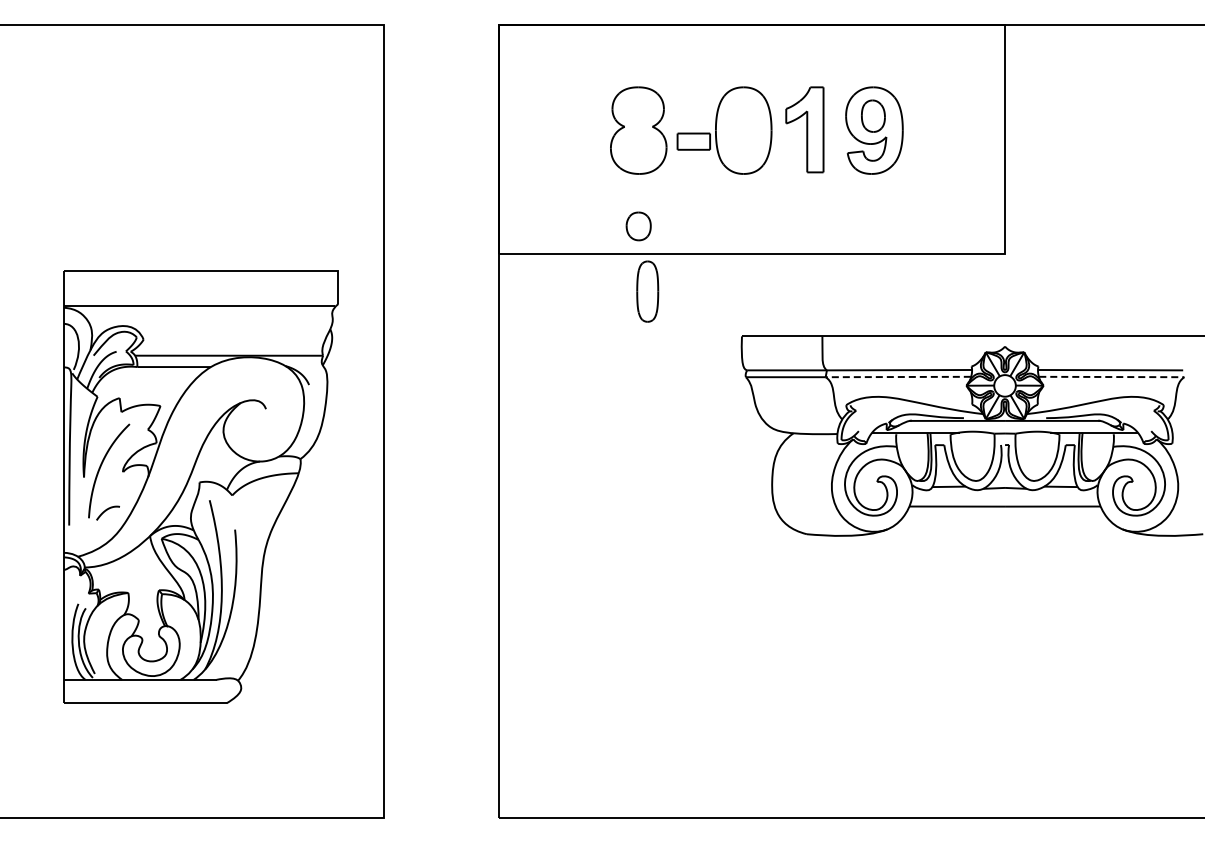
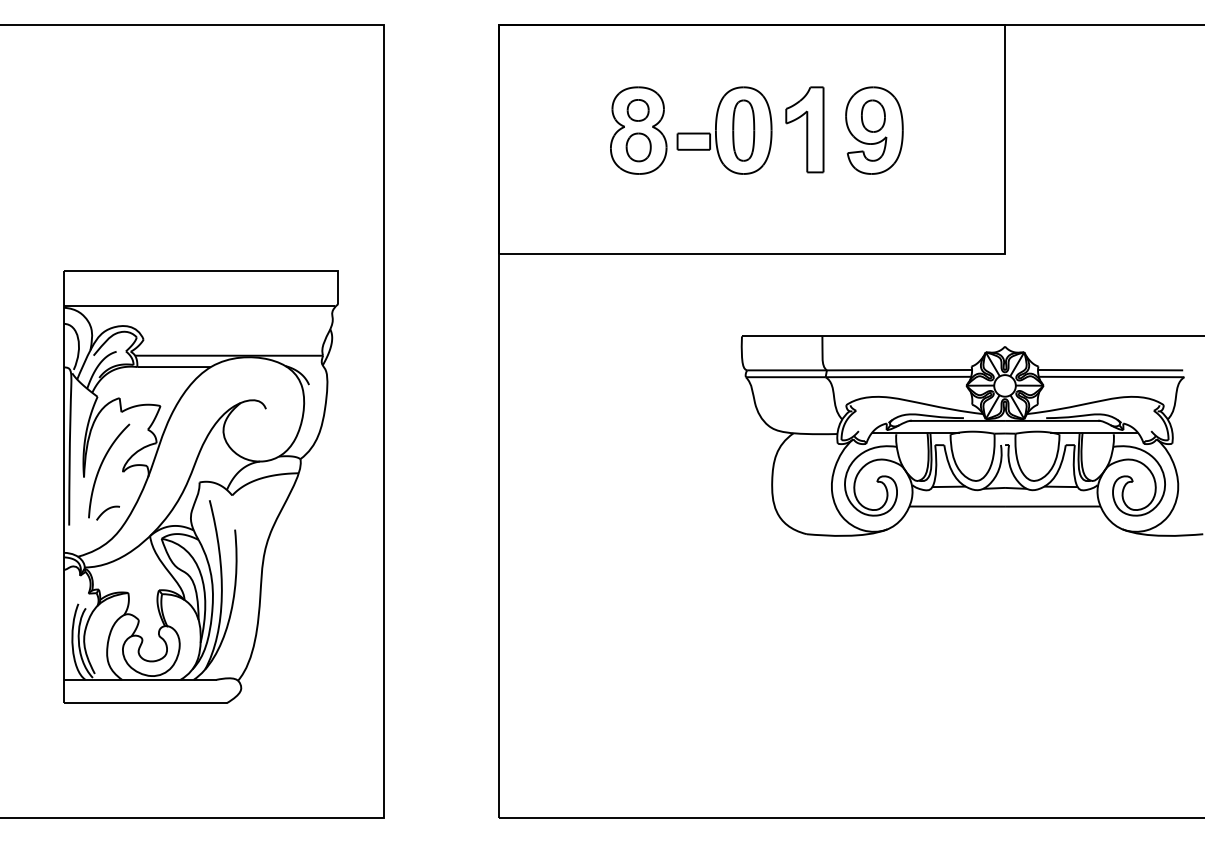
part at (637, 110): none -> present
part at (638, 226) position: (638, 226) -> (638, 147)
part at (647, 291) position: (647, 291) -> (743, 130)
line at (898, 377): dashed -> solid
line at (1111, 377): dashed -> solid
